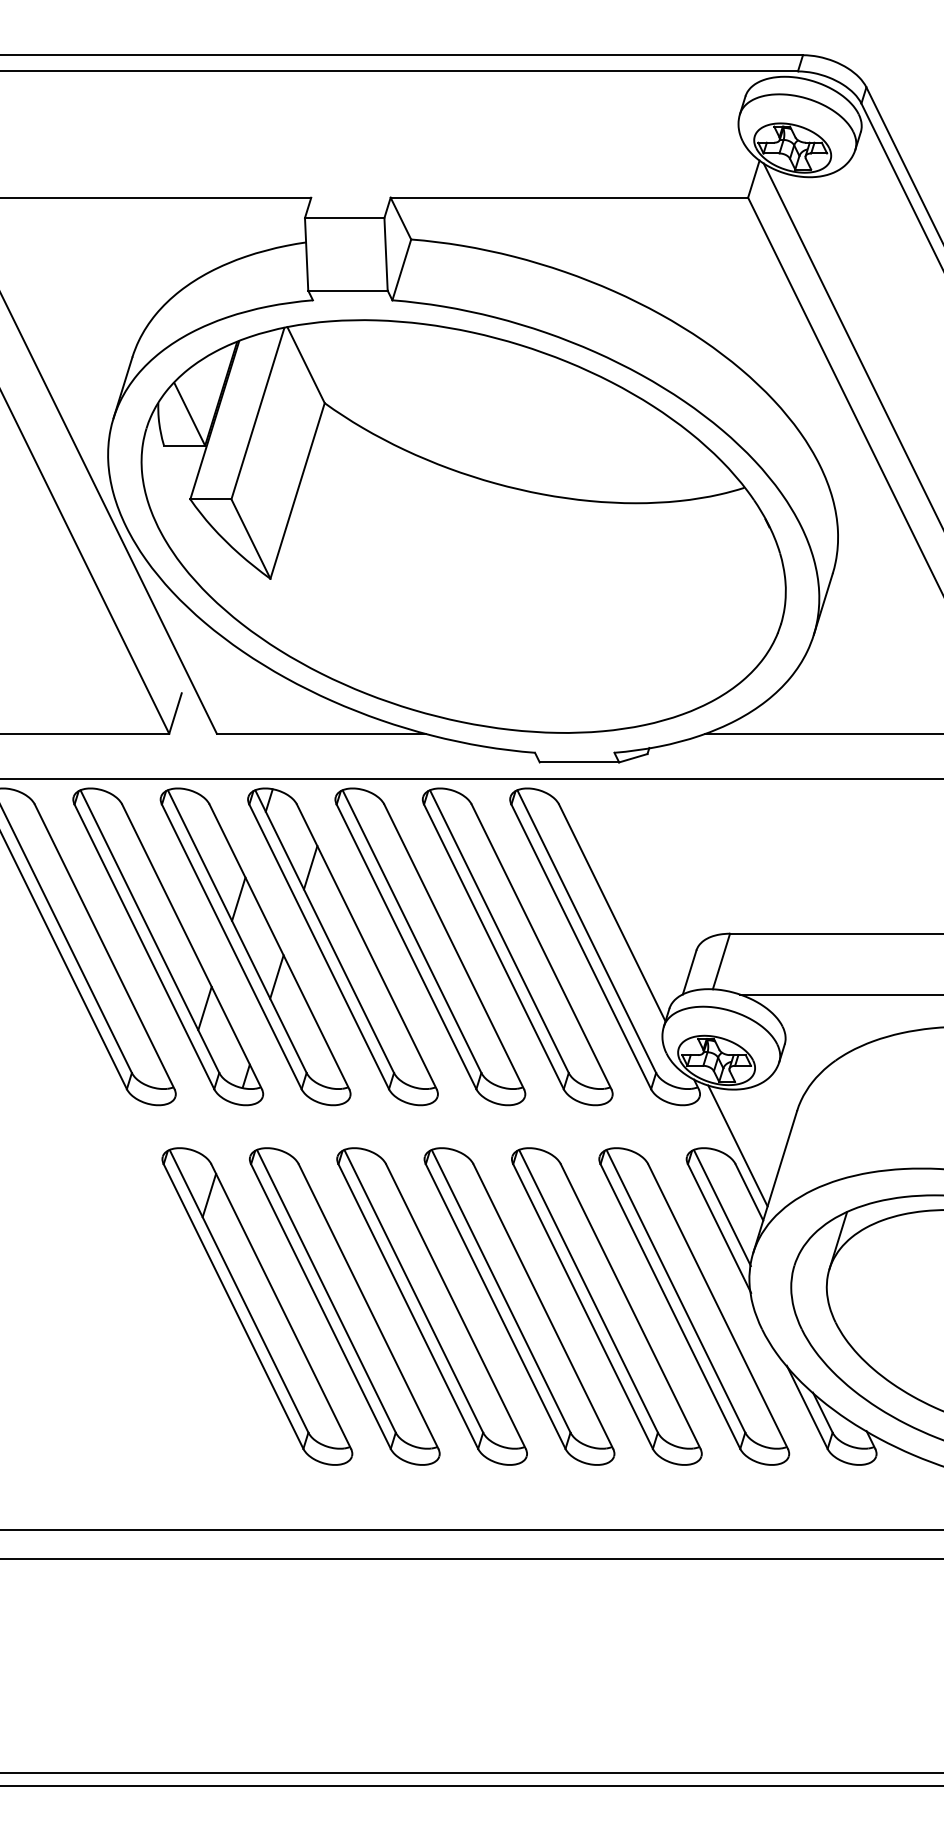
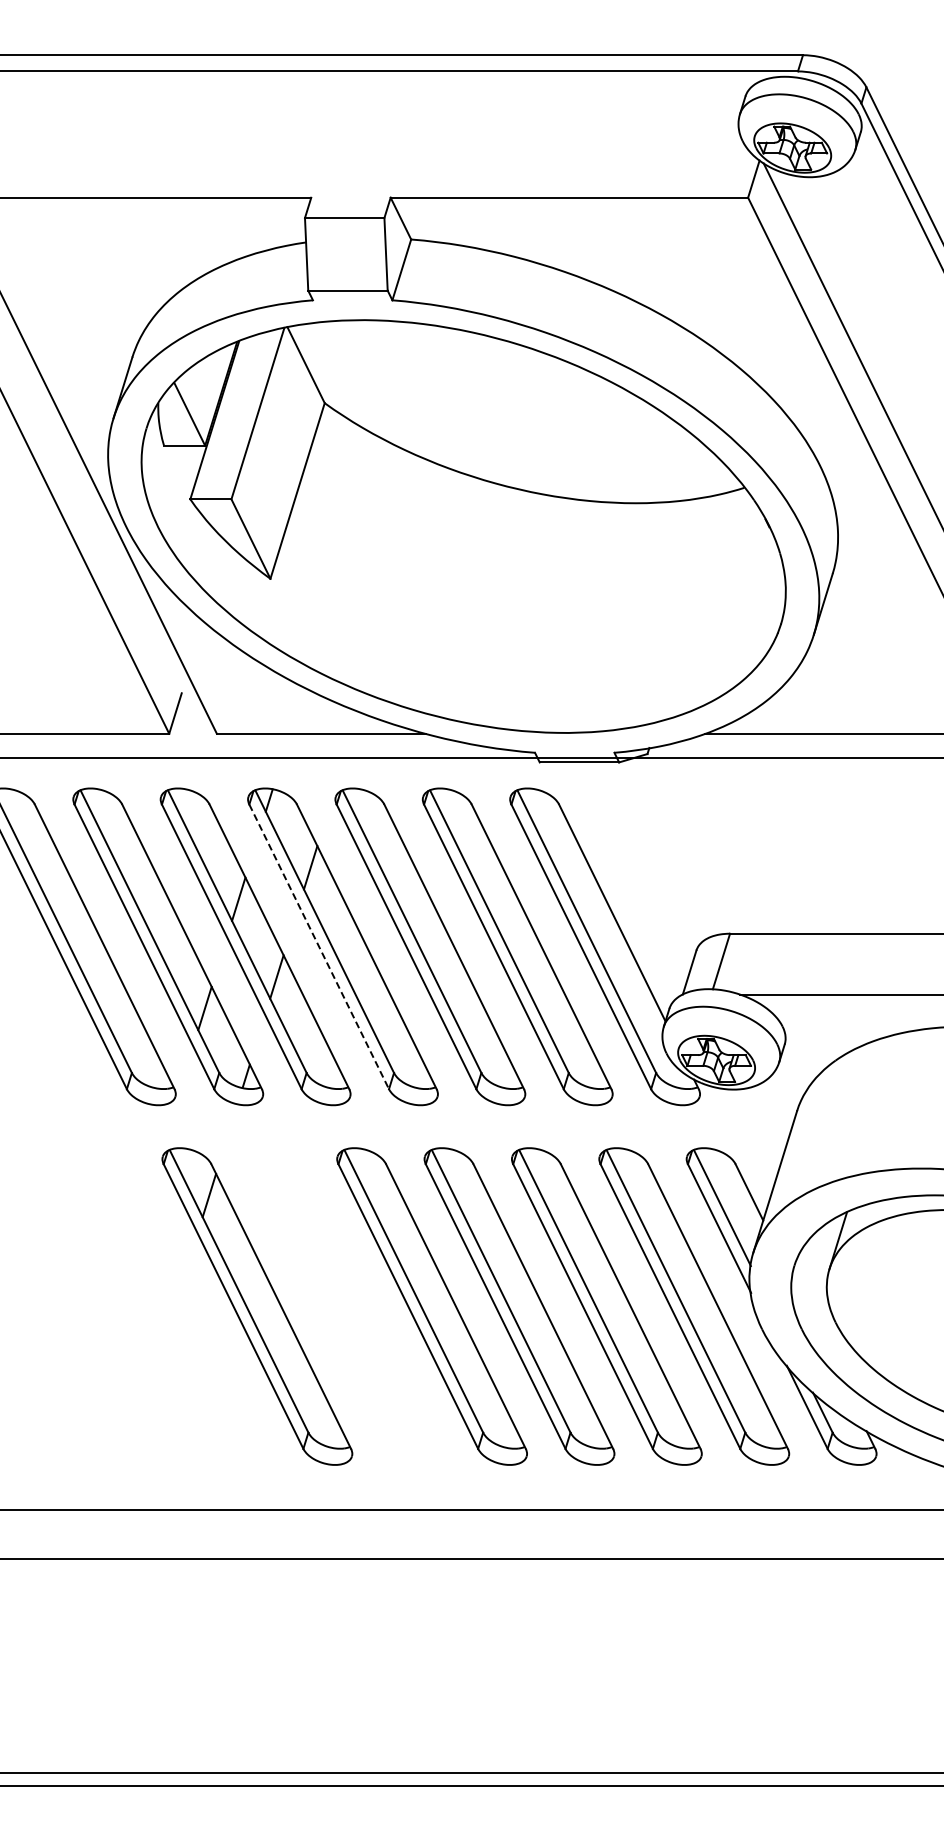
line at (471, 779) position: (471, 779) -> (471, 758)
line at (319, 946): solid -> dashed
line at (737, 1145): present -> none
part at (344, 1306): present -> none
line at (471, 1530) position: (471, 1530) -> (471, 1510)
